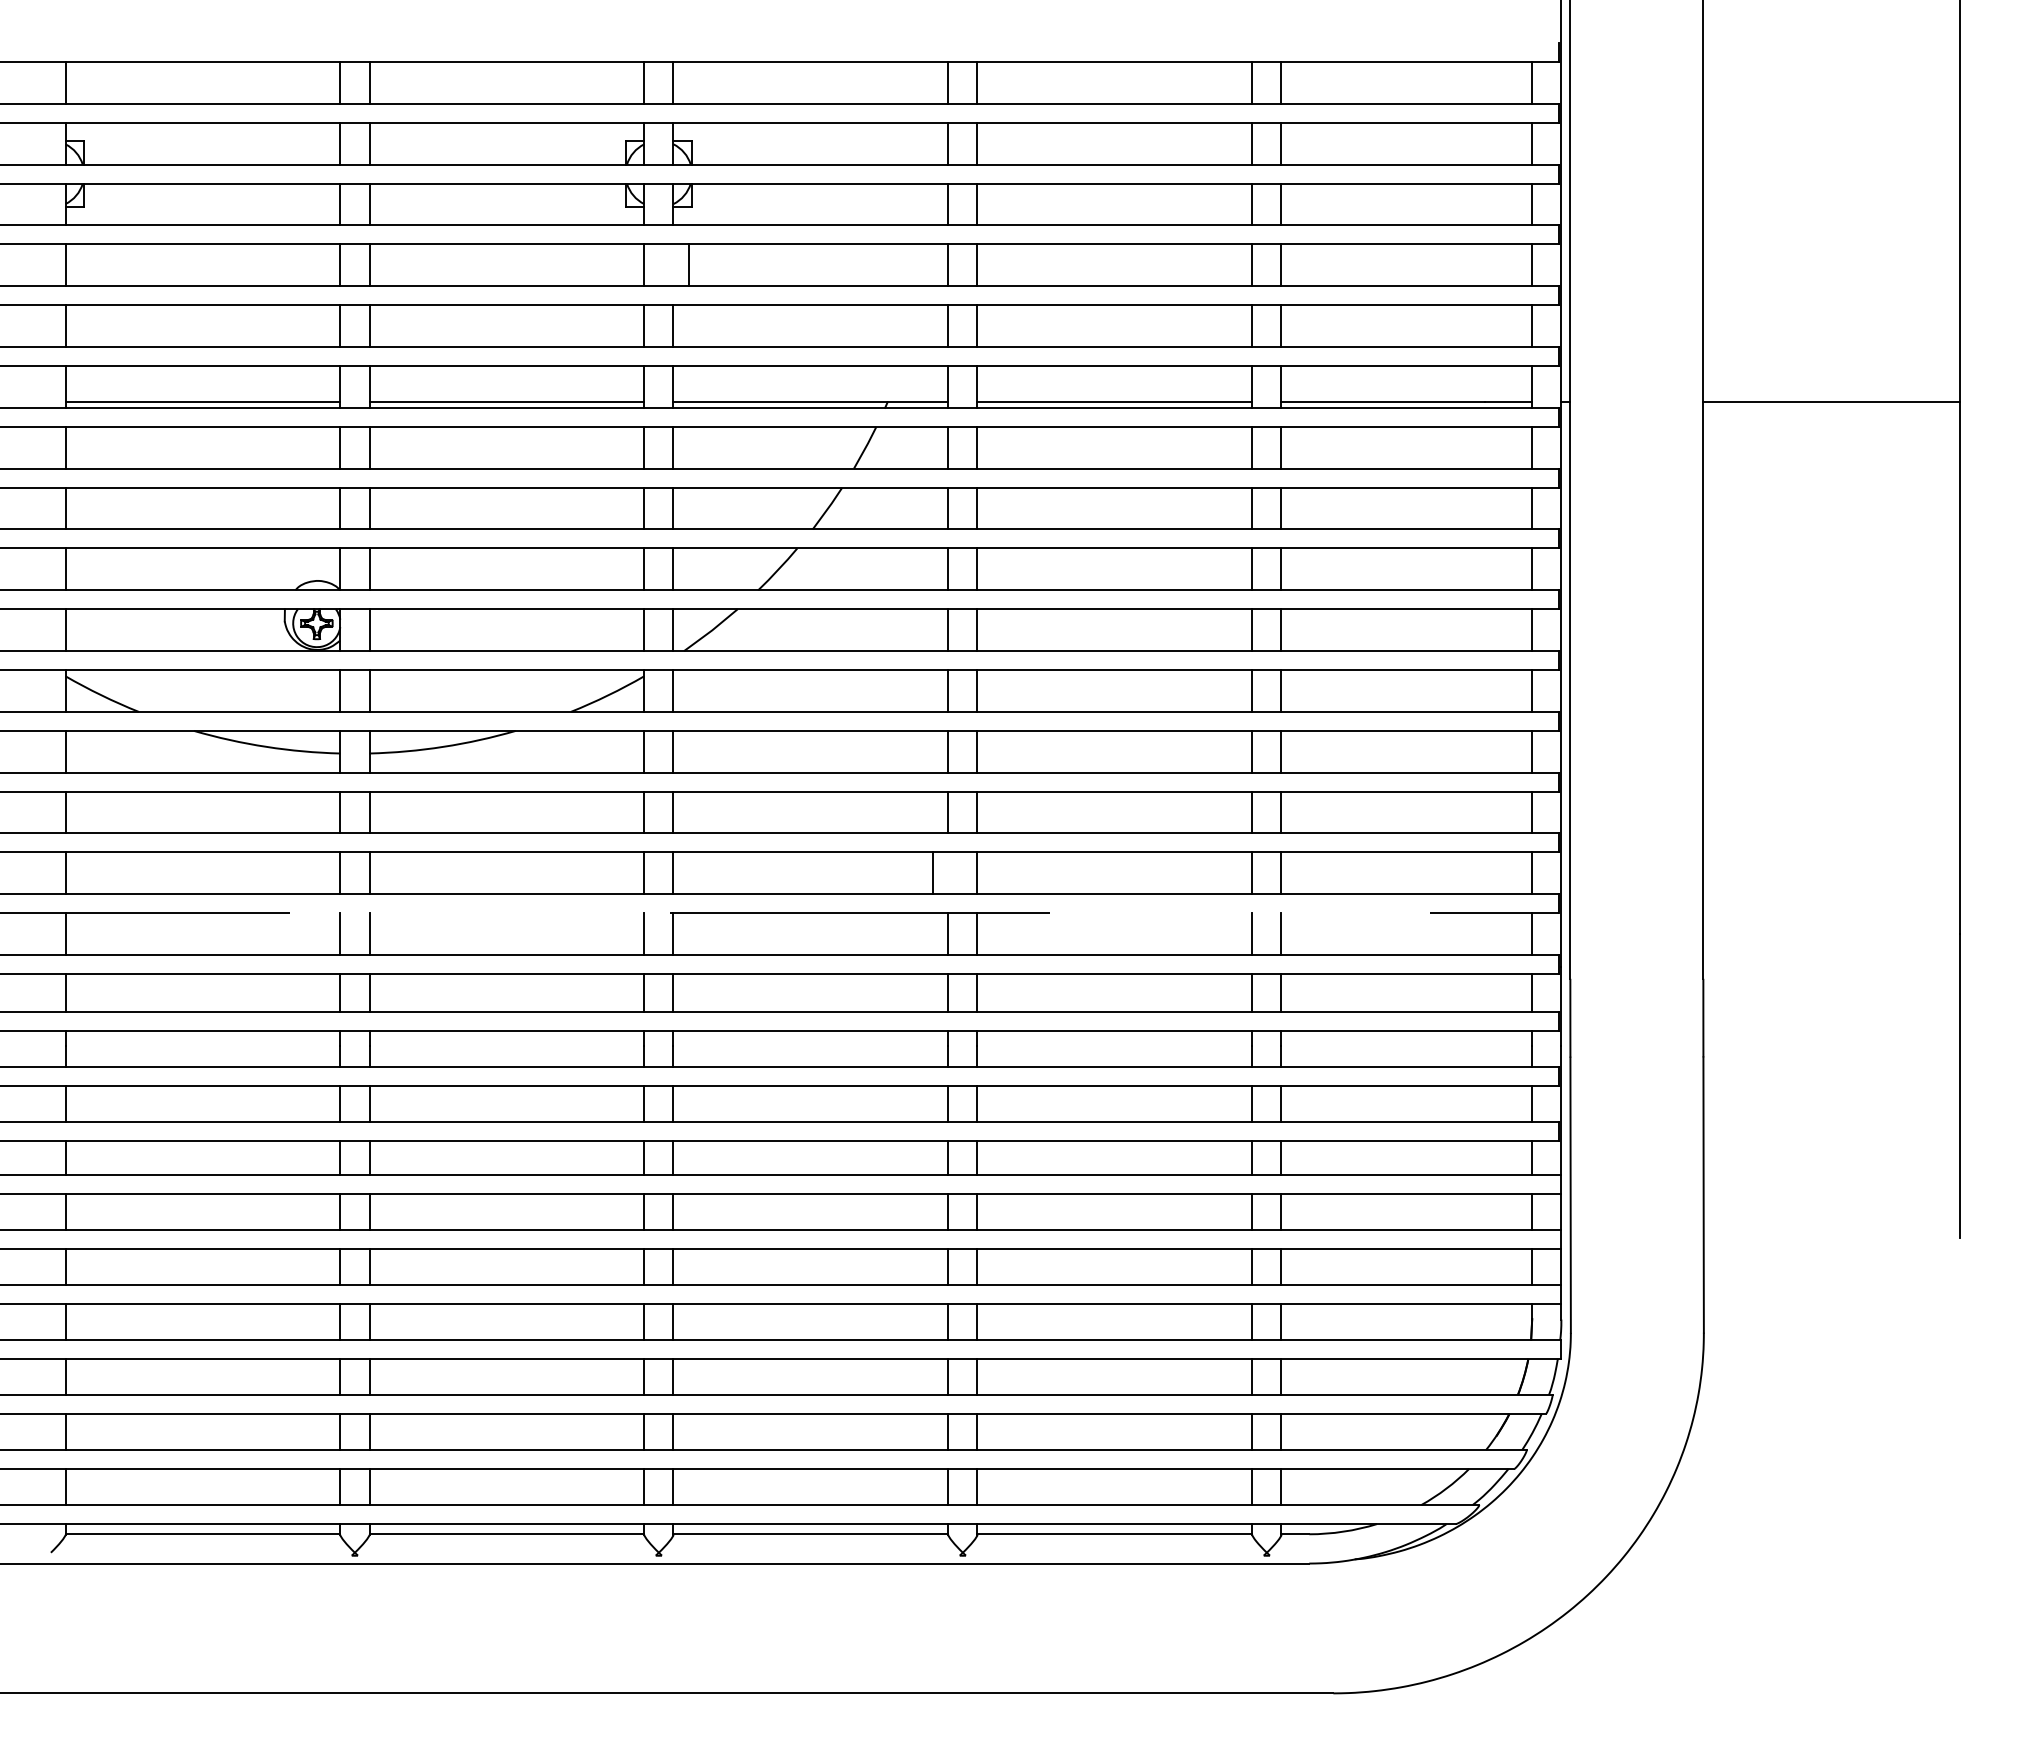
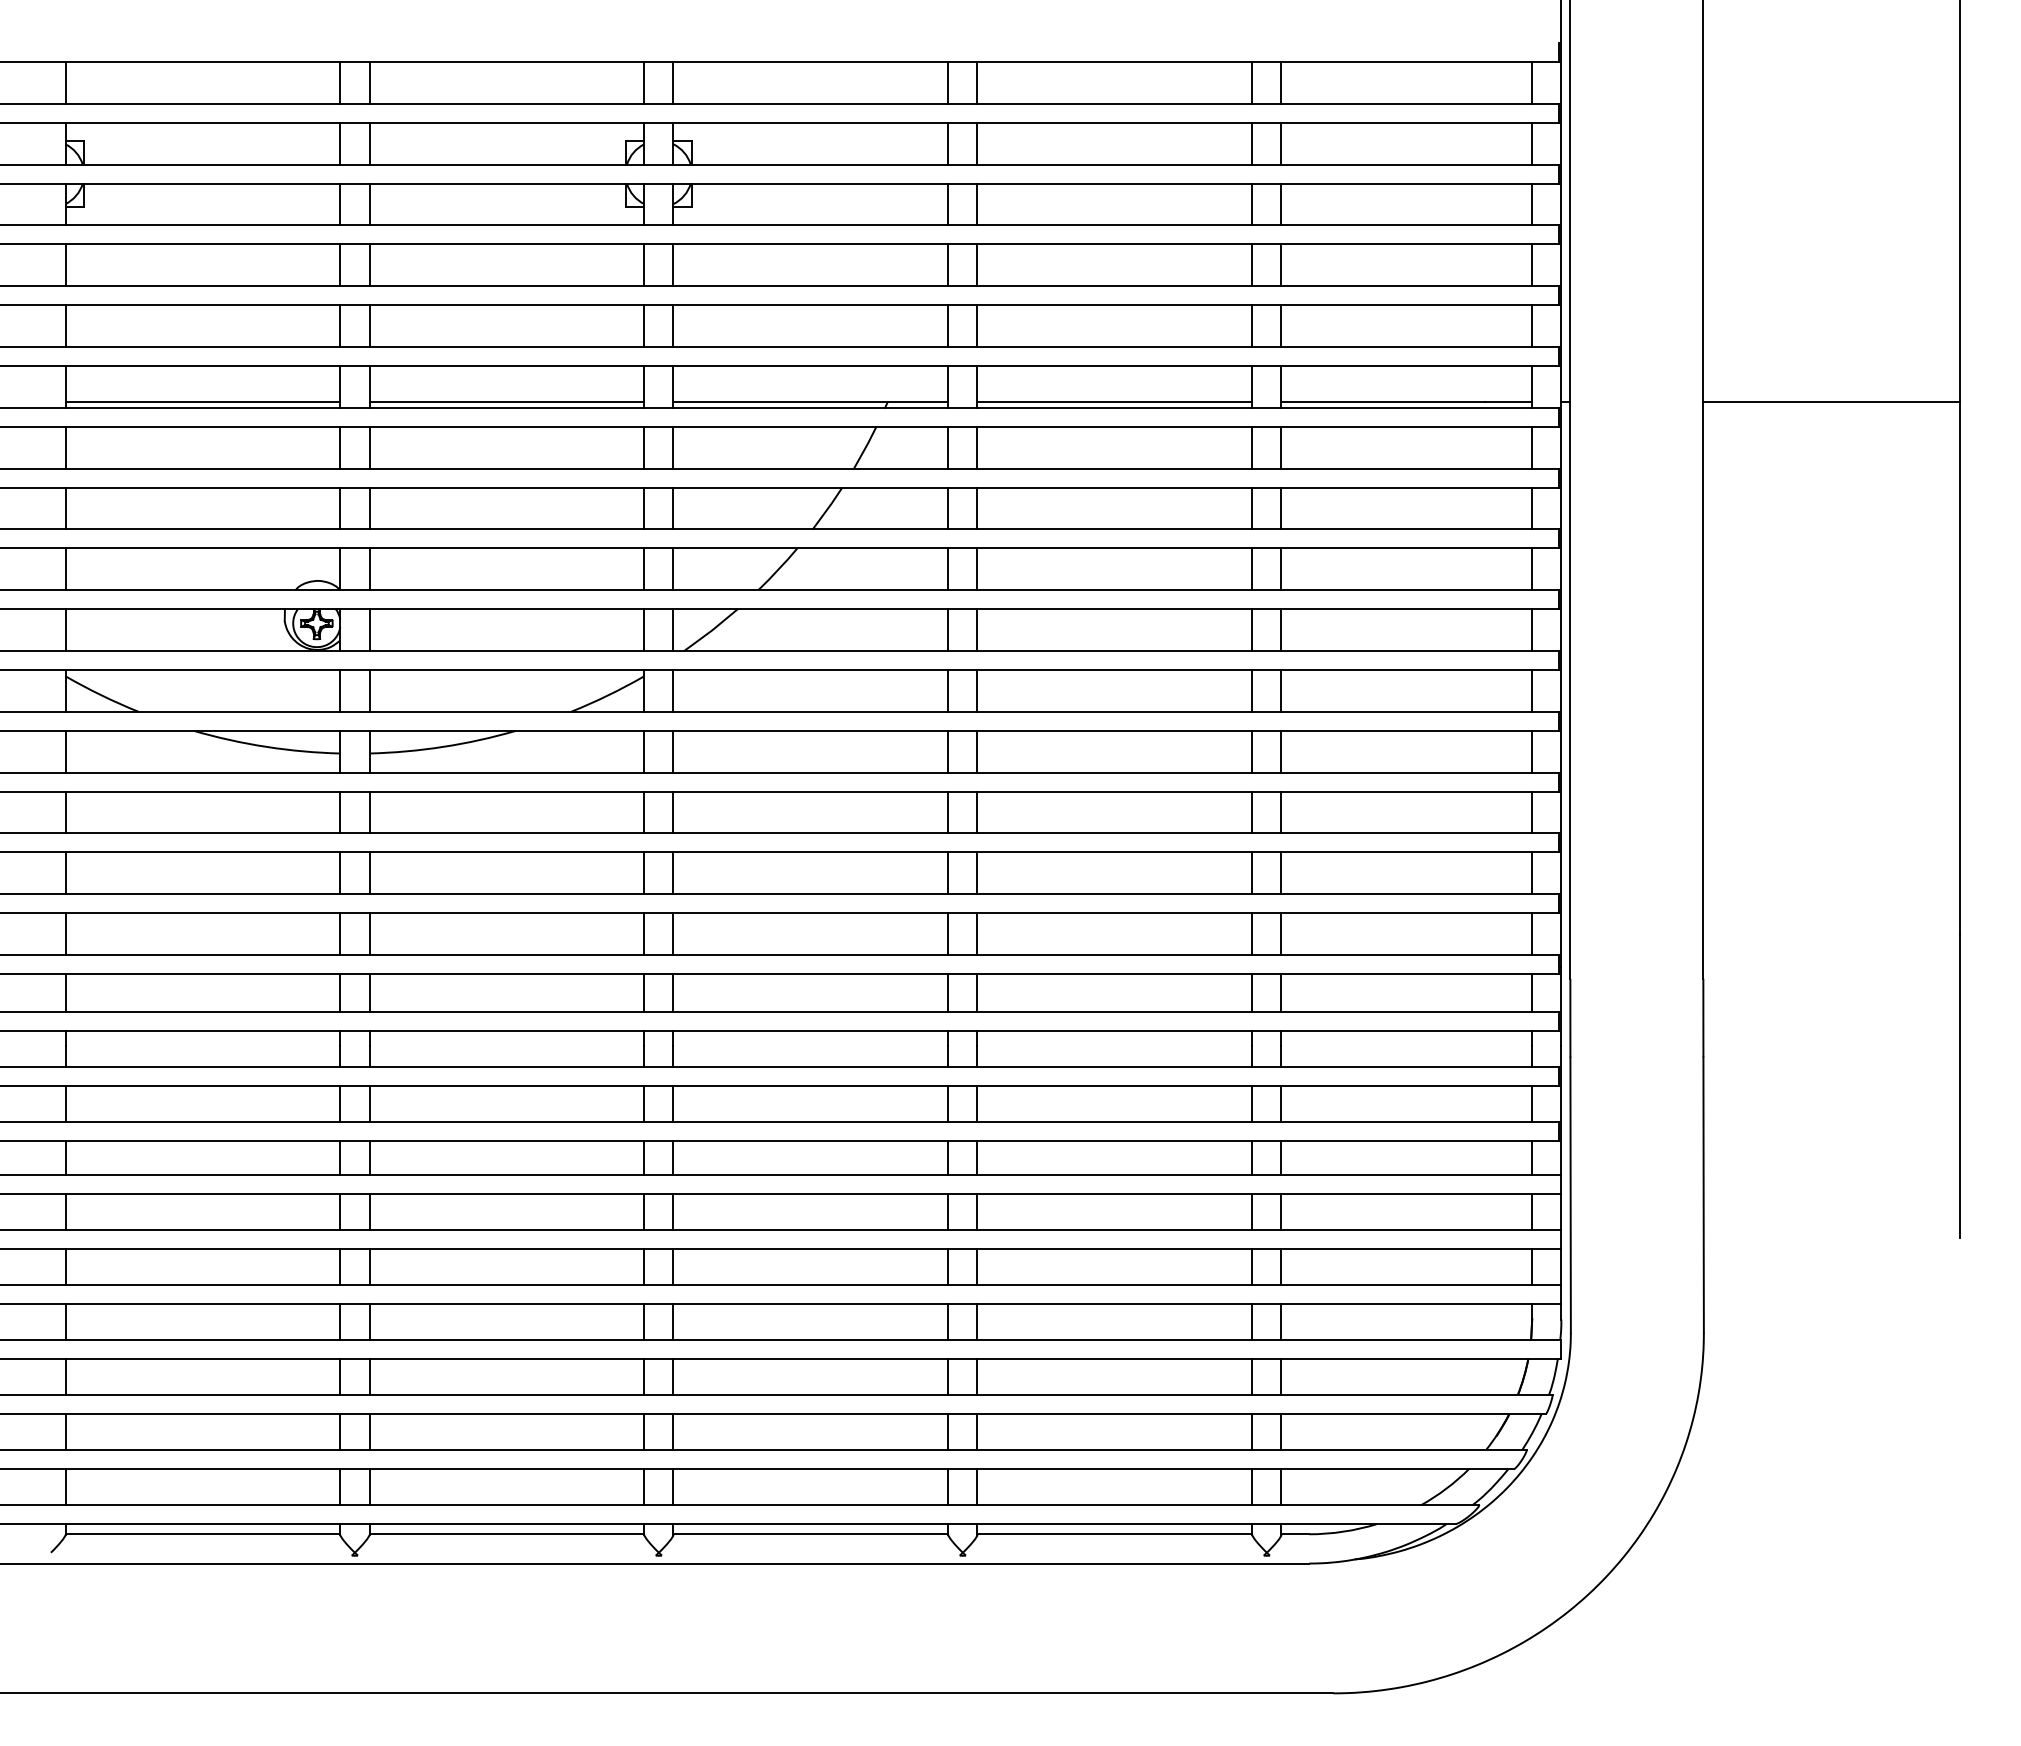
line at (689, 265) position: (689, 265) -> (673, 265)
line at (933, 873) position: (933, 873) -> (948, 873)
line at (779, 913): dashed -> solid
